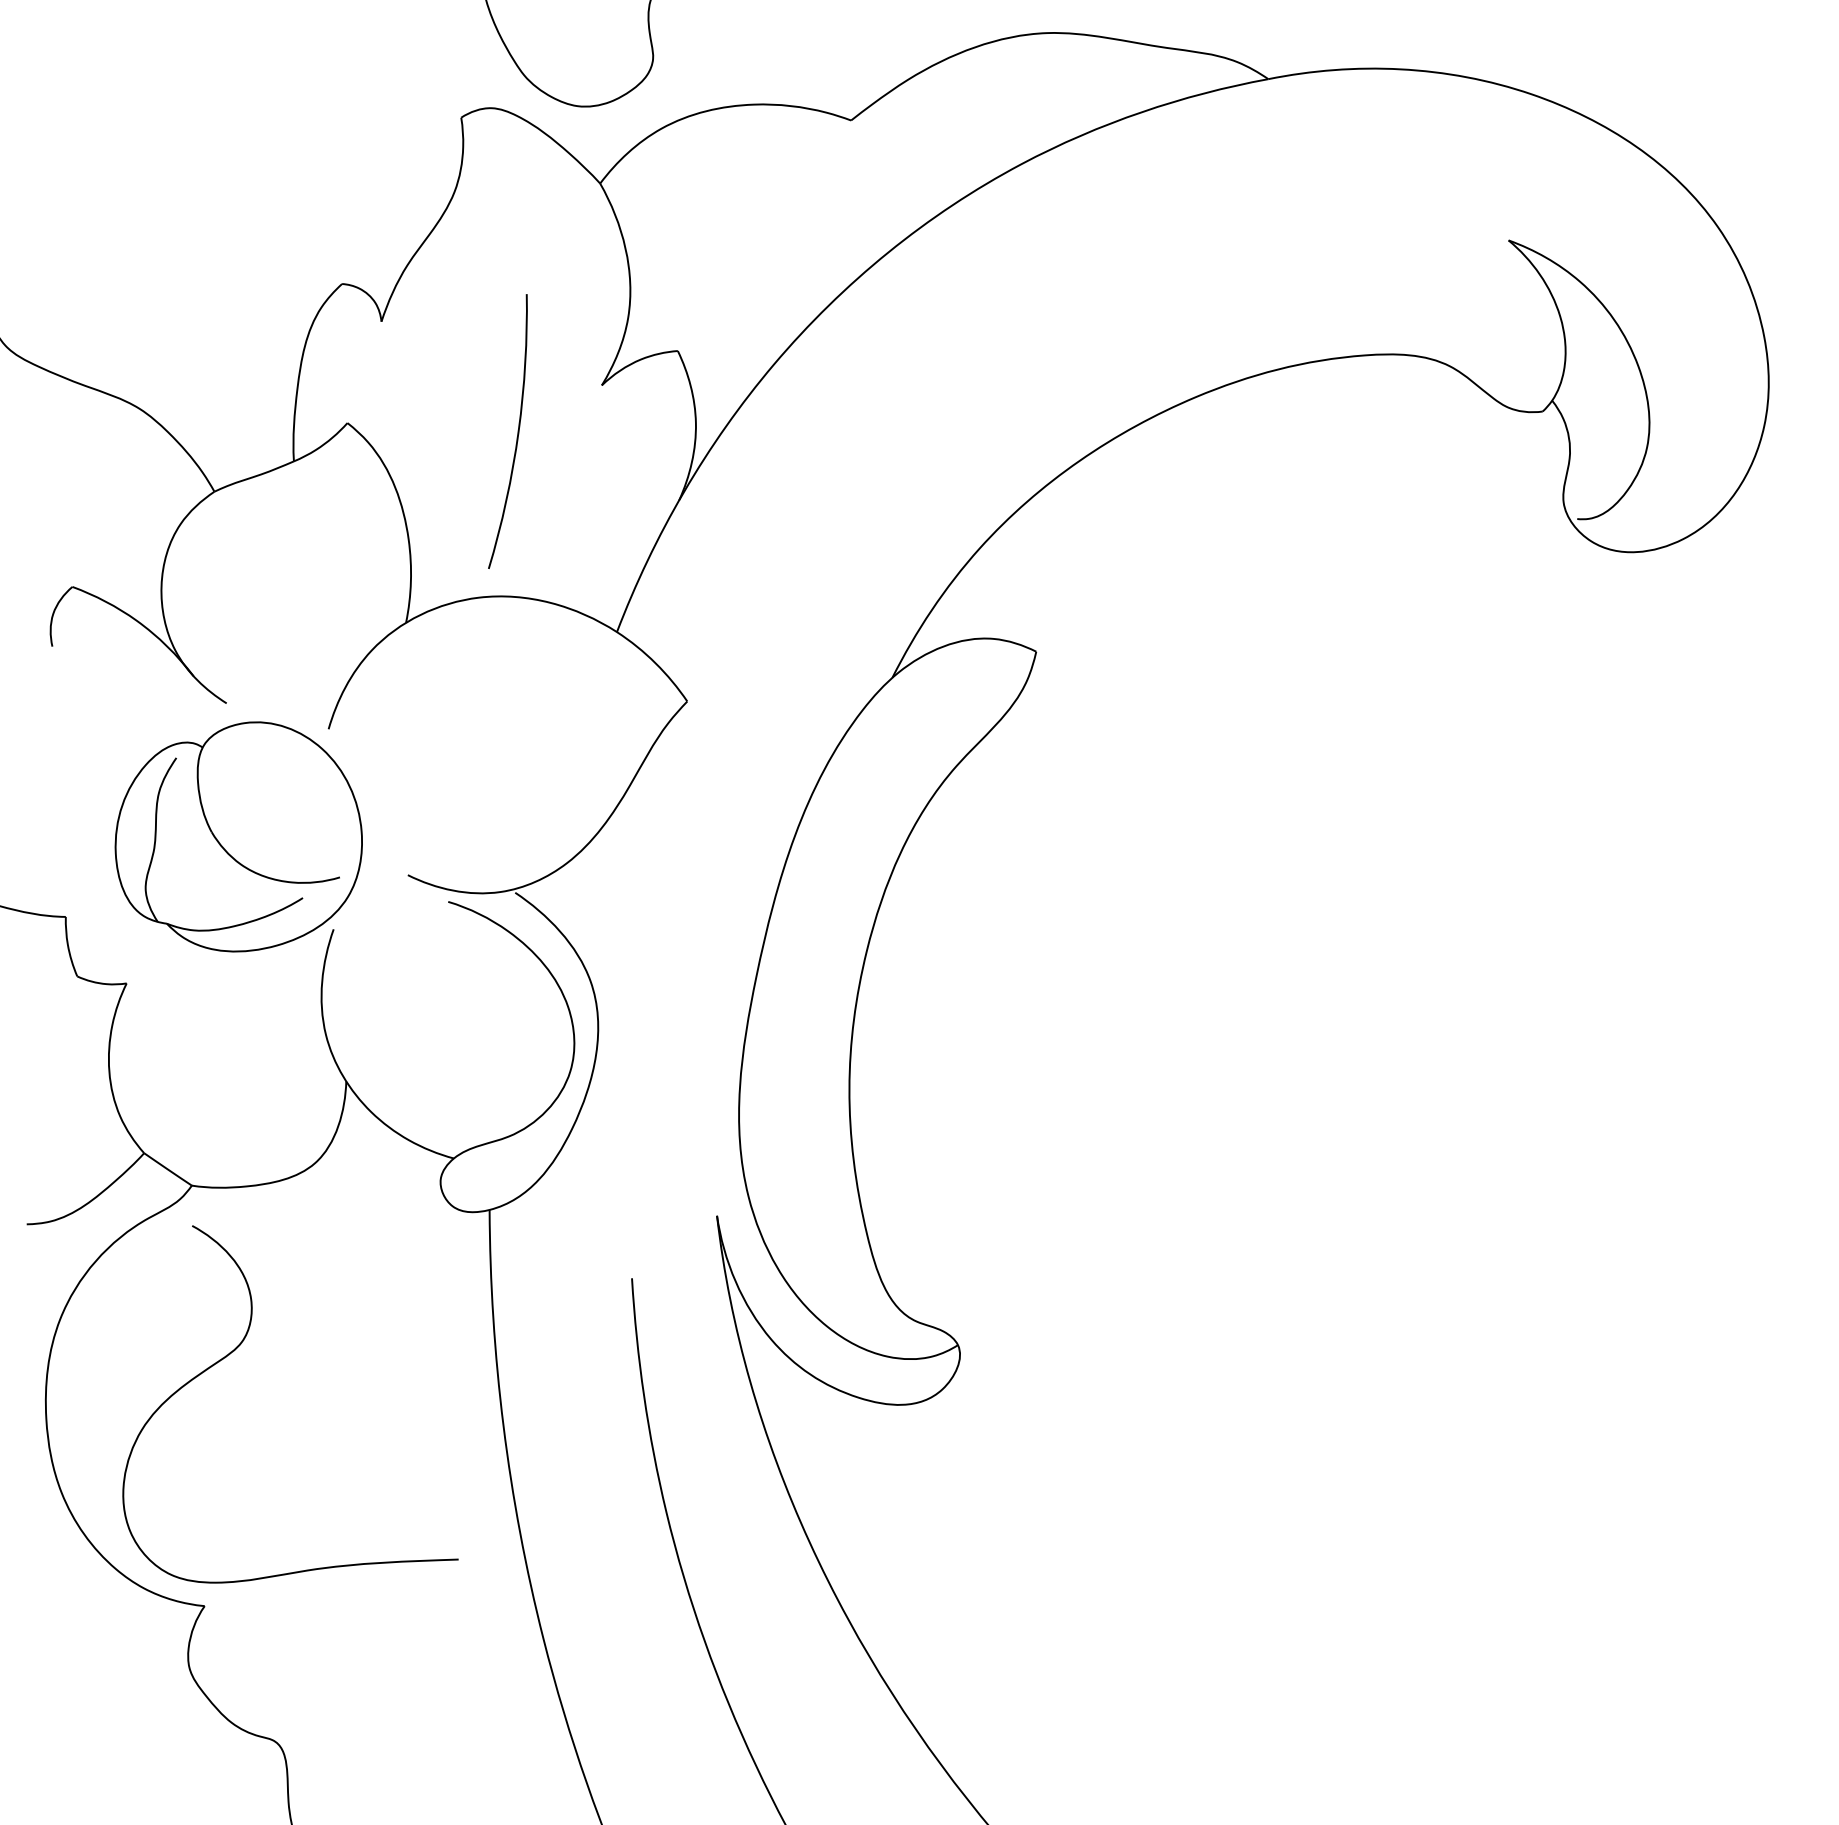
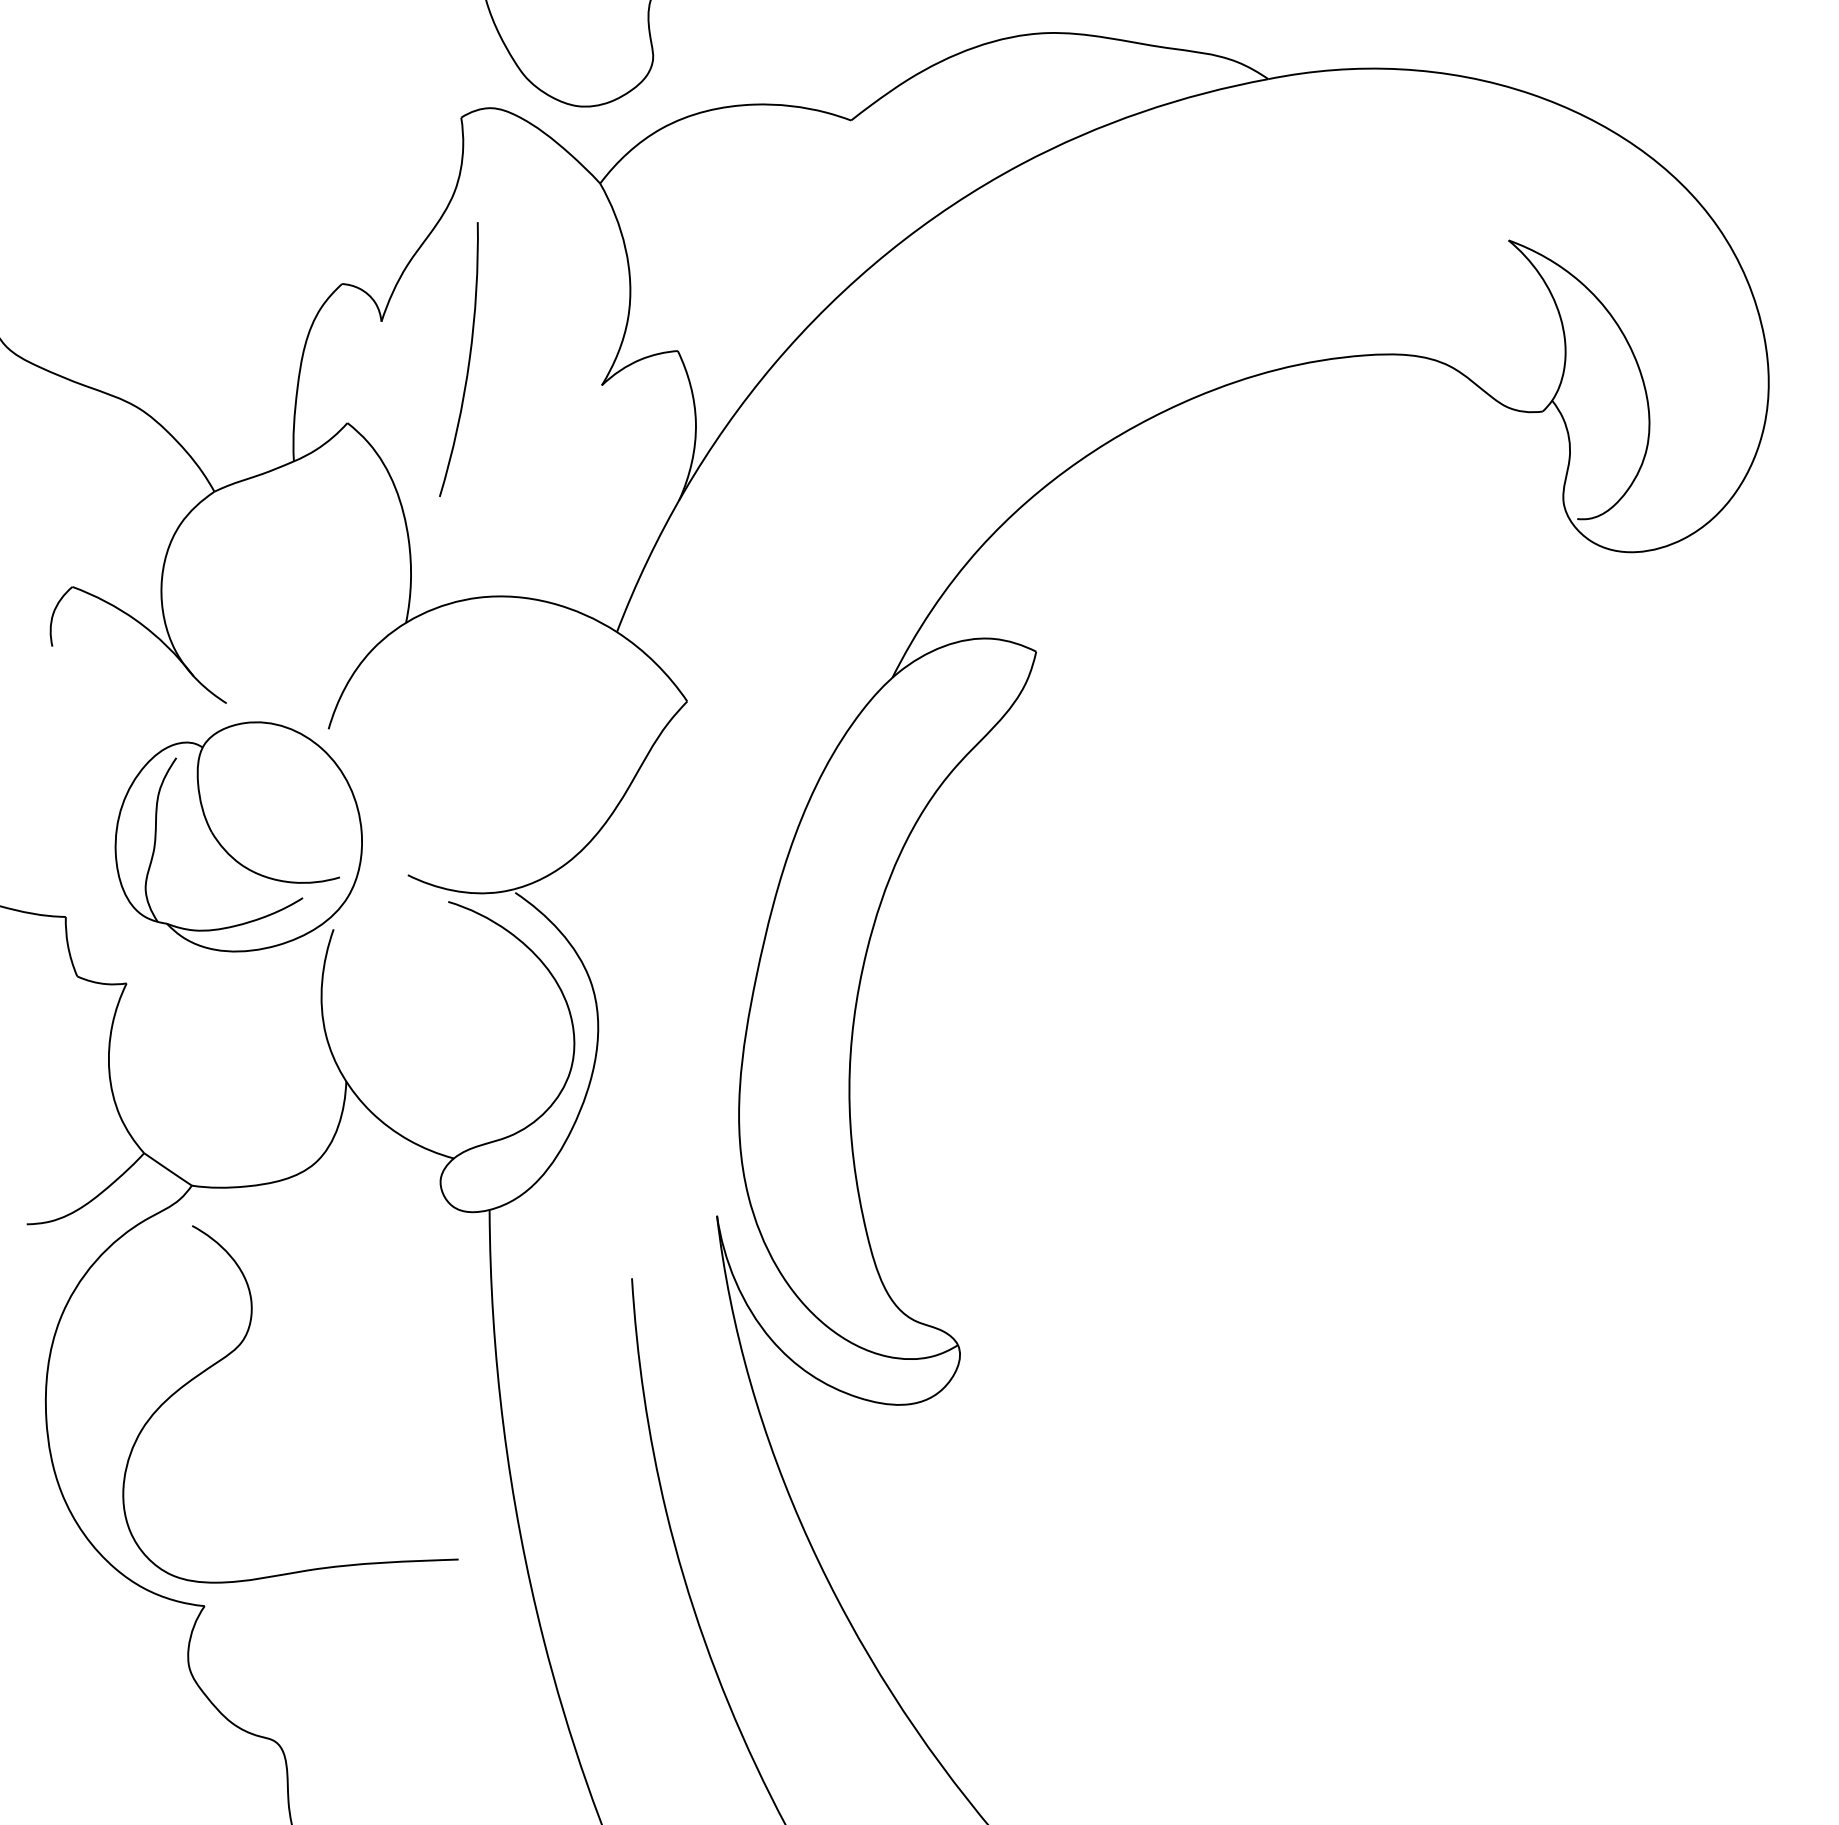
curve at (517, 431) position: (517, 431) -> (468, 359)
